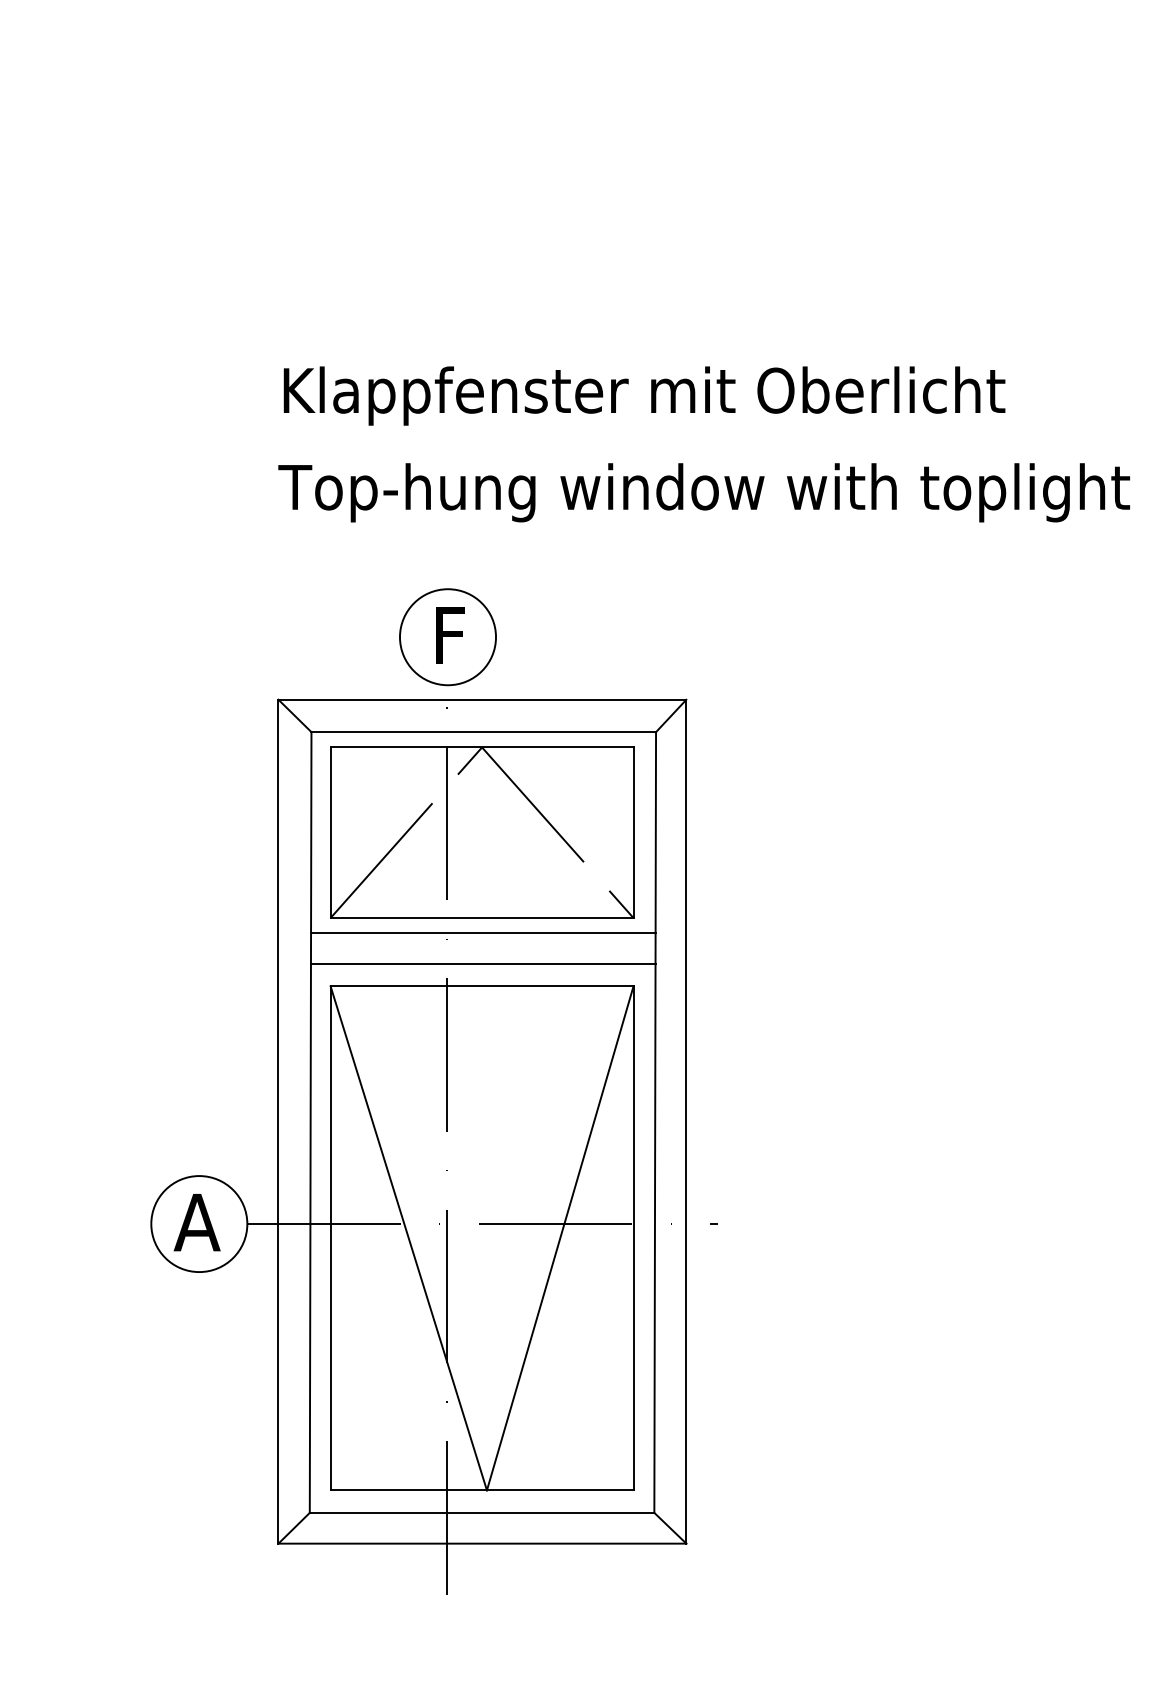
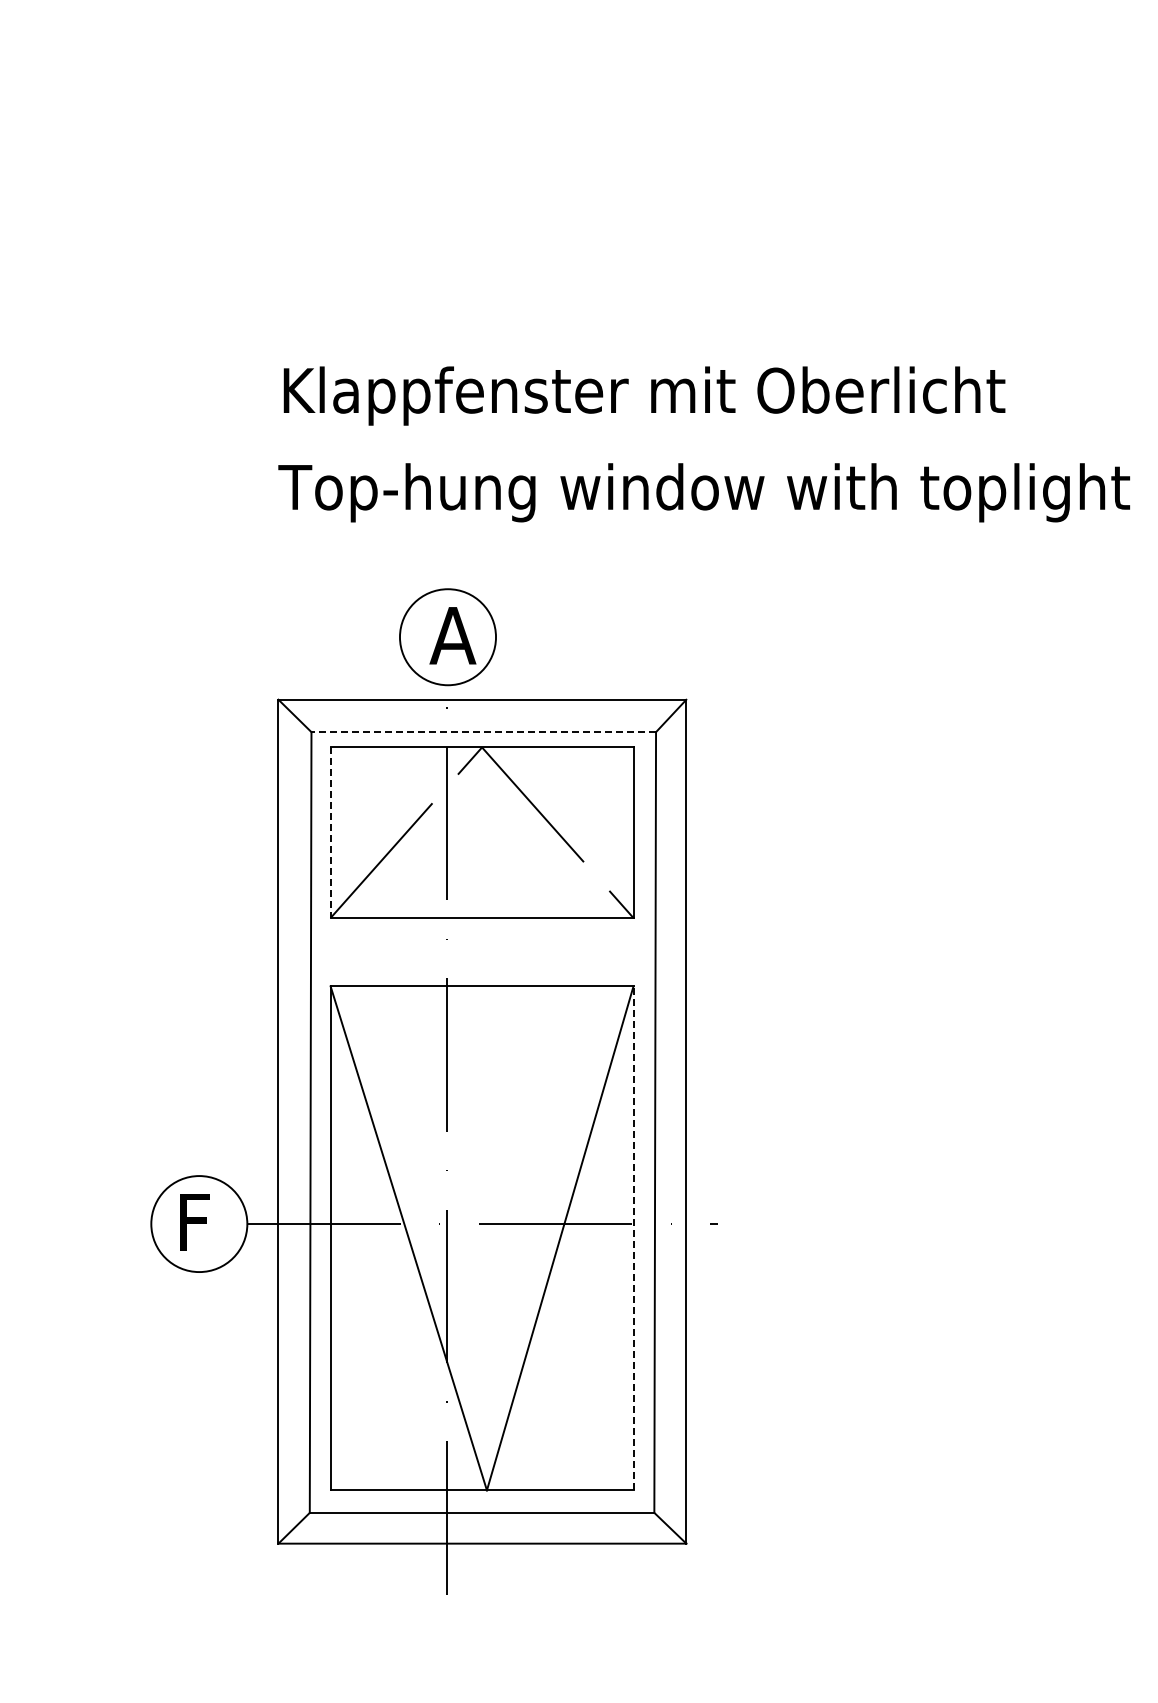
text at (452, 635): F -> A
line at (483, 732): solid -> dashed
line at (330, 833): solid -> dashed
line at (483, 933): present -> none
line at (483, 963): present -> none
text at (196, 1222): A -> F
line at (633, 1238): solid -> dashed
